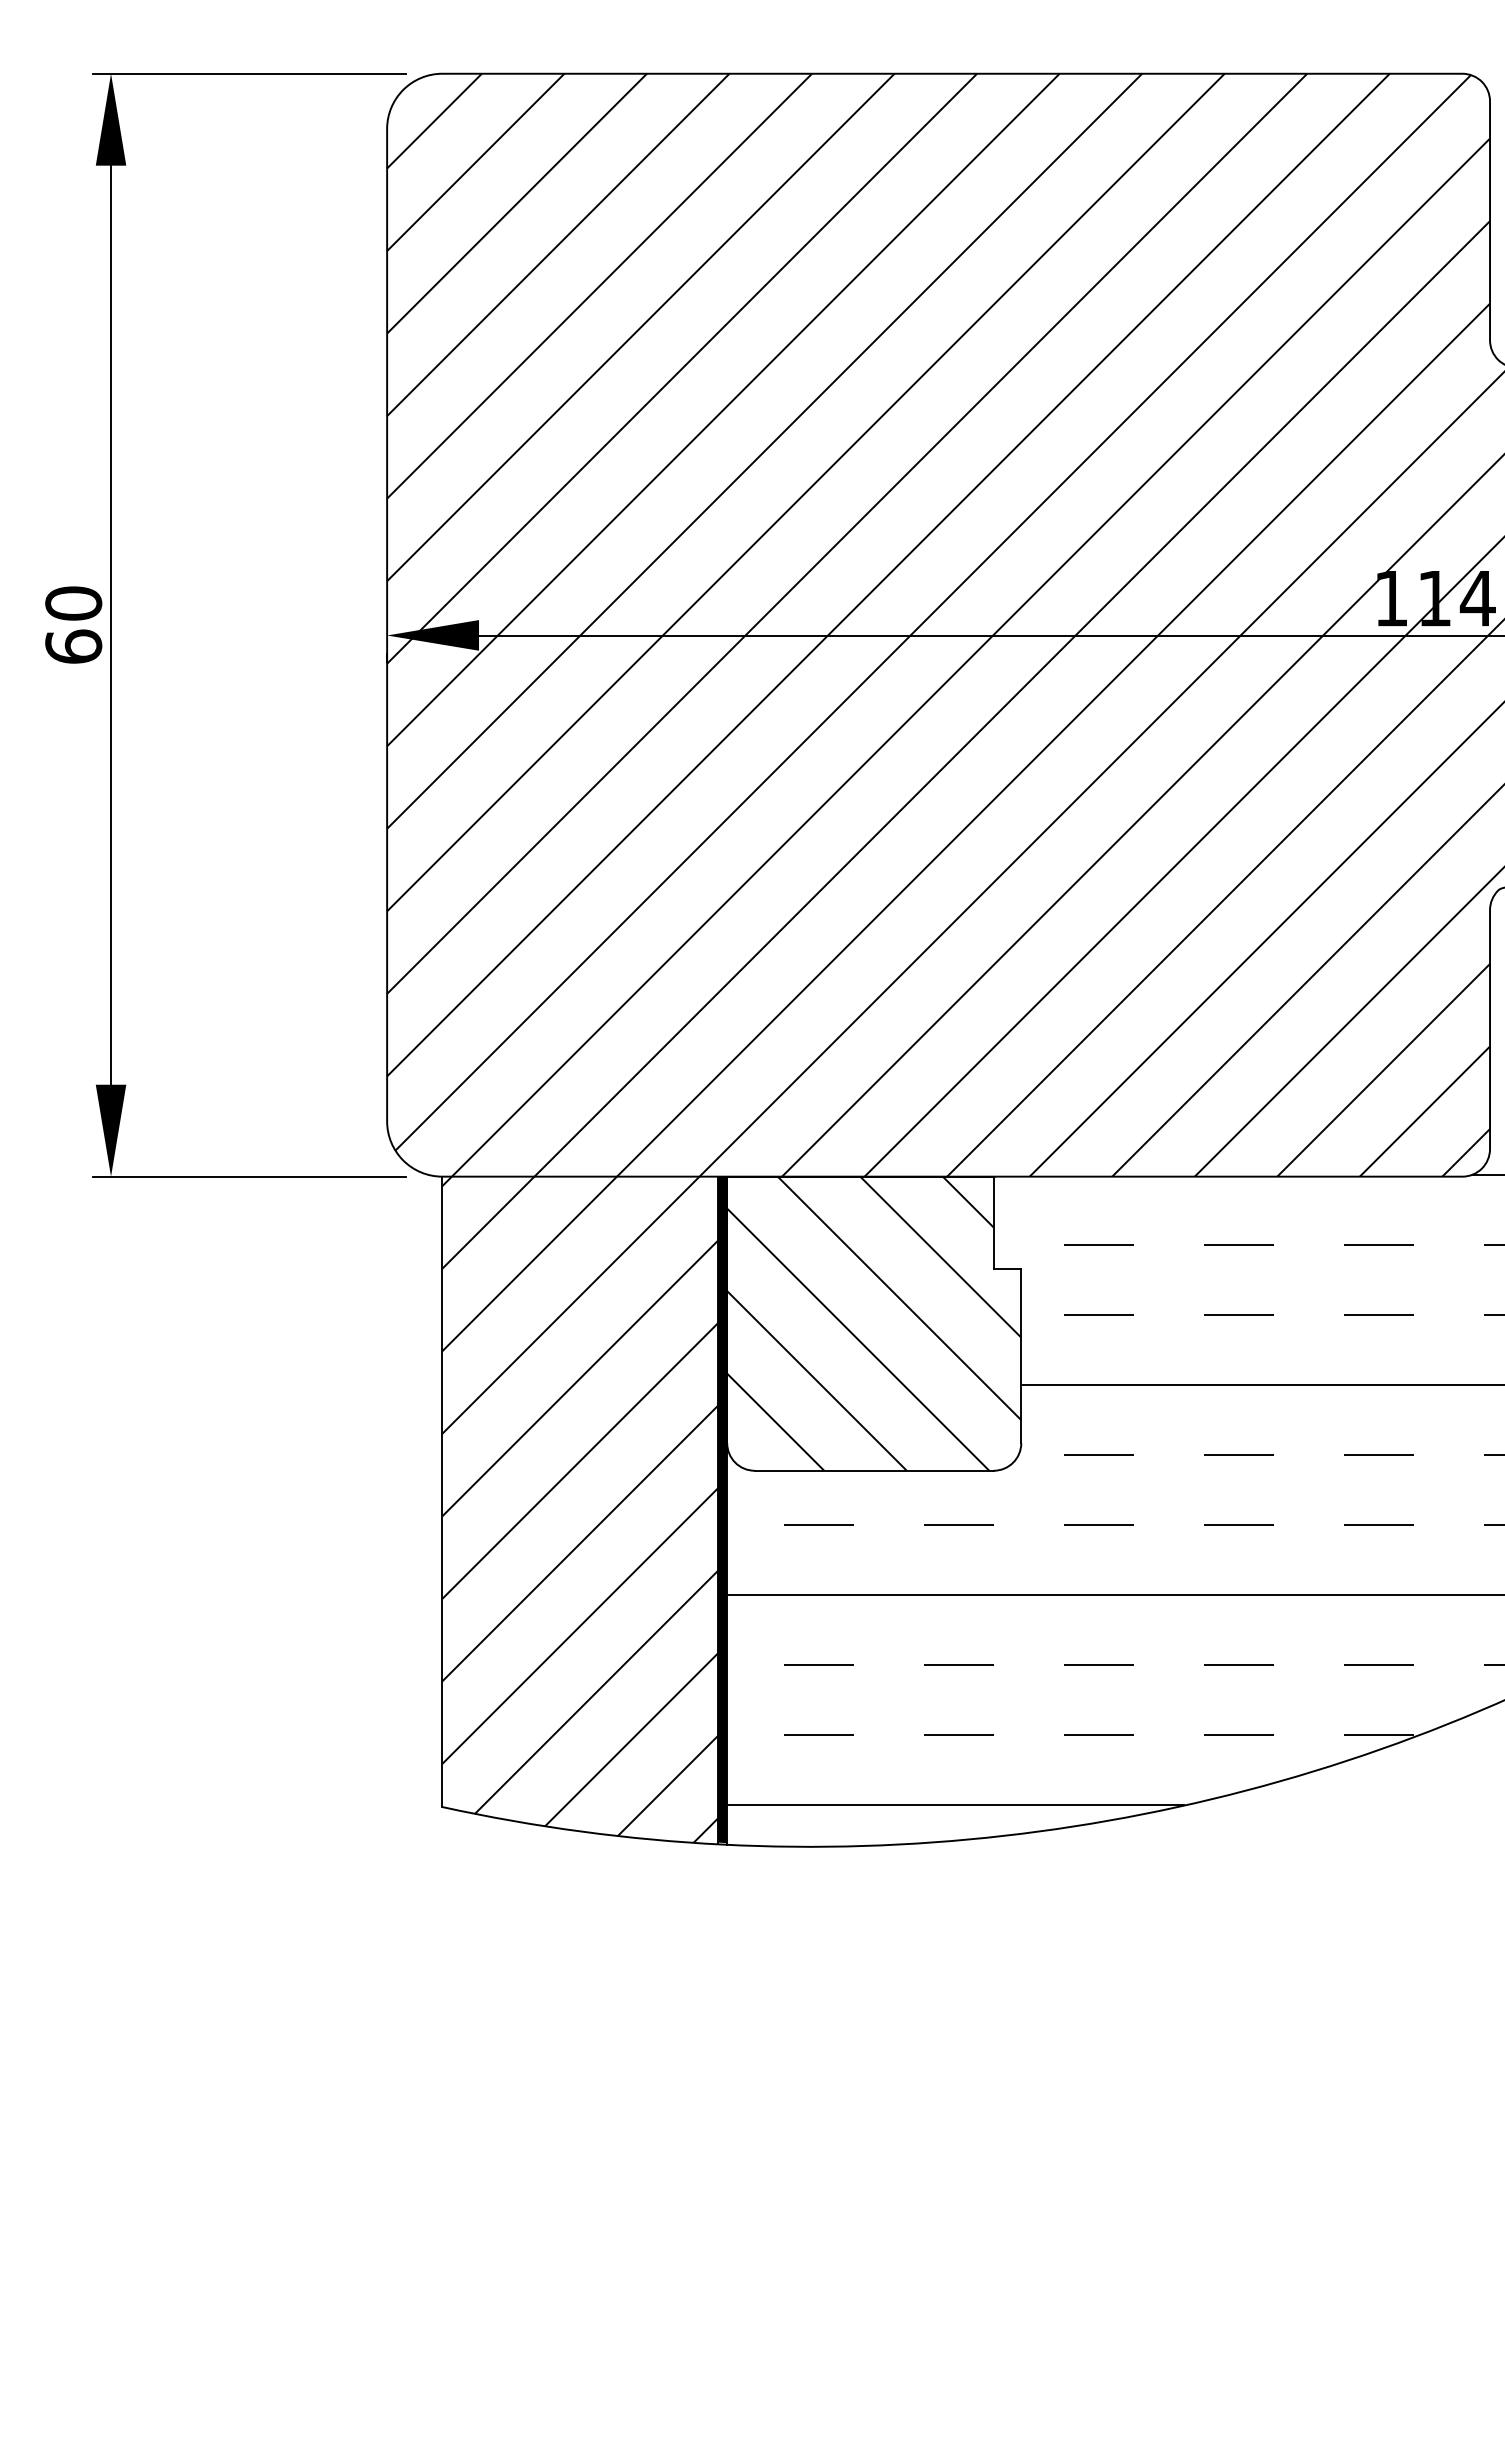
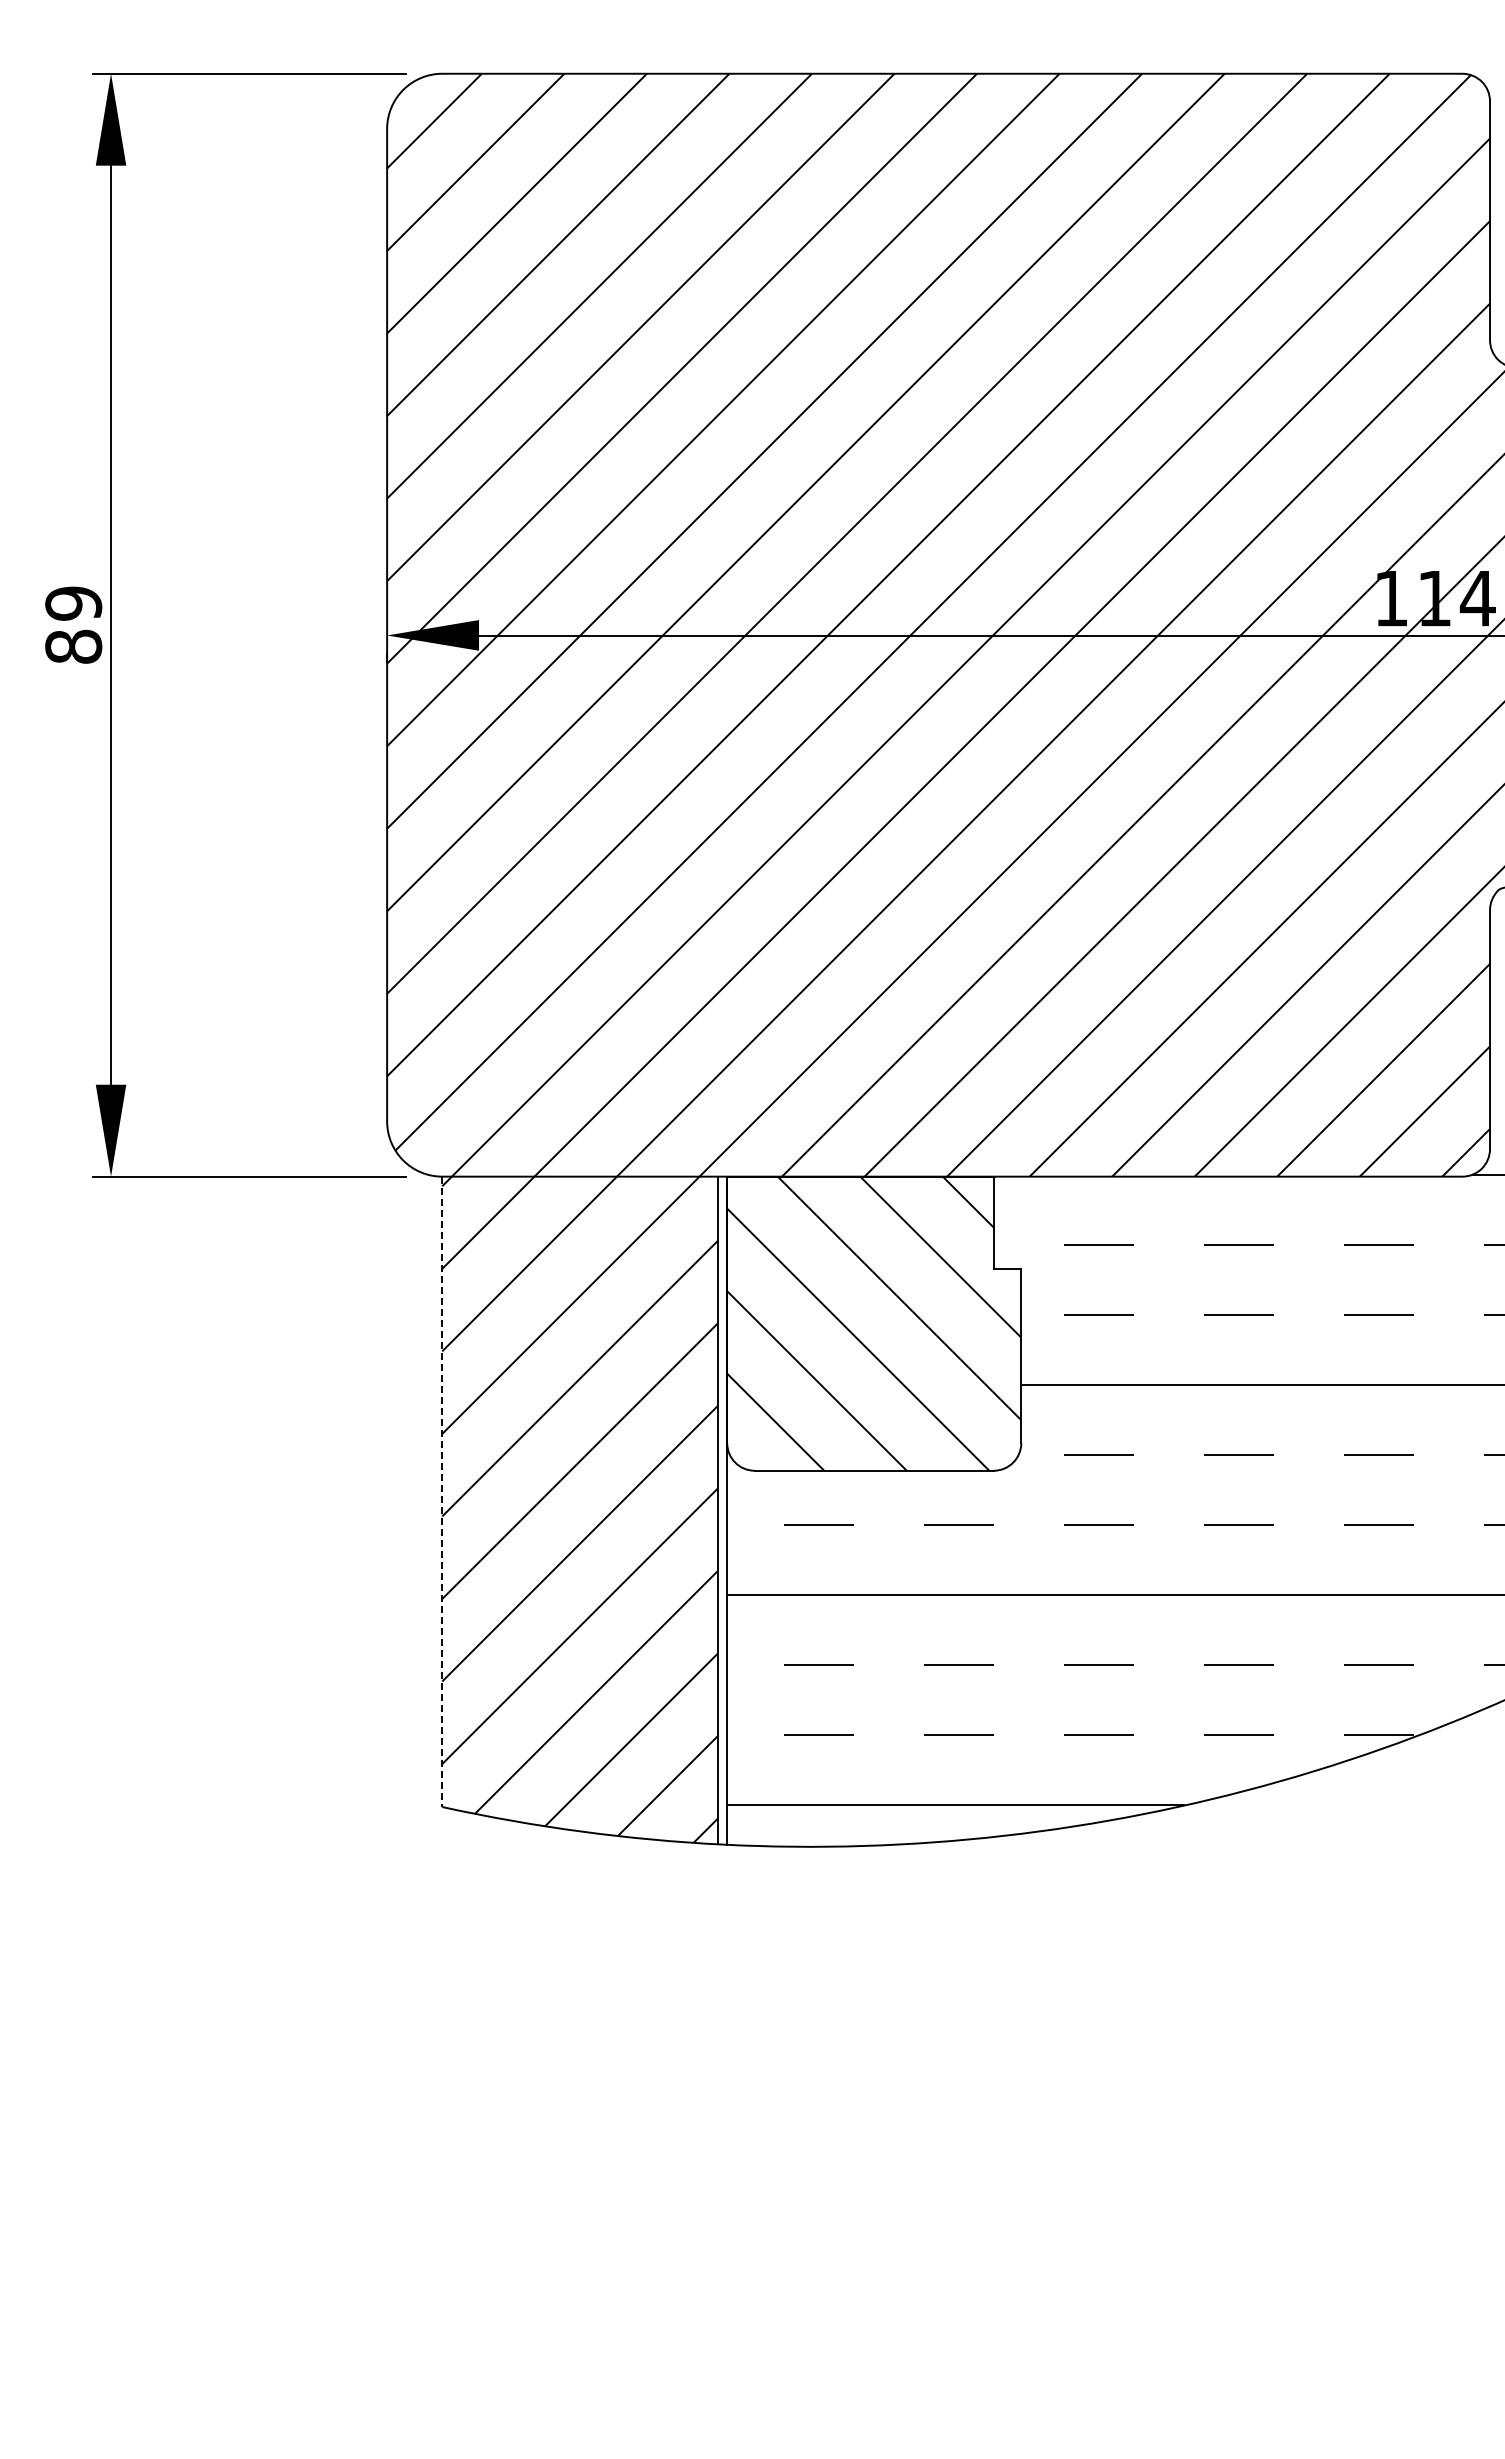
text at (73, 624): 60 -> 89
line at (442, 1492): solid -> dashed
fill at (722, 1509): present -> none
